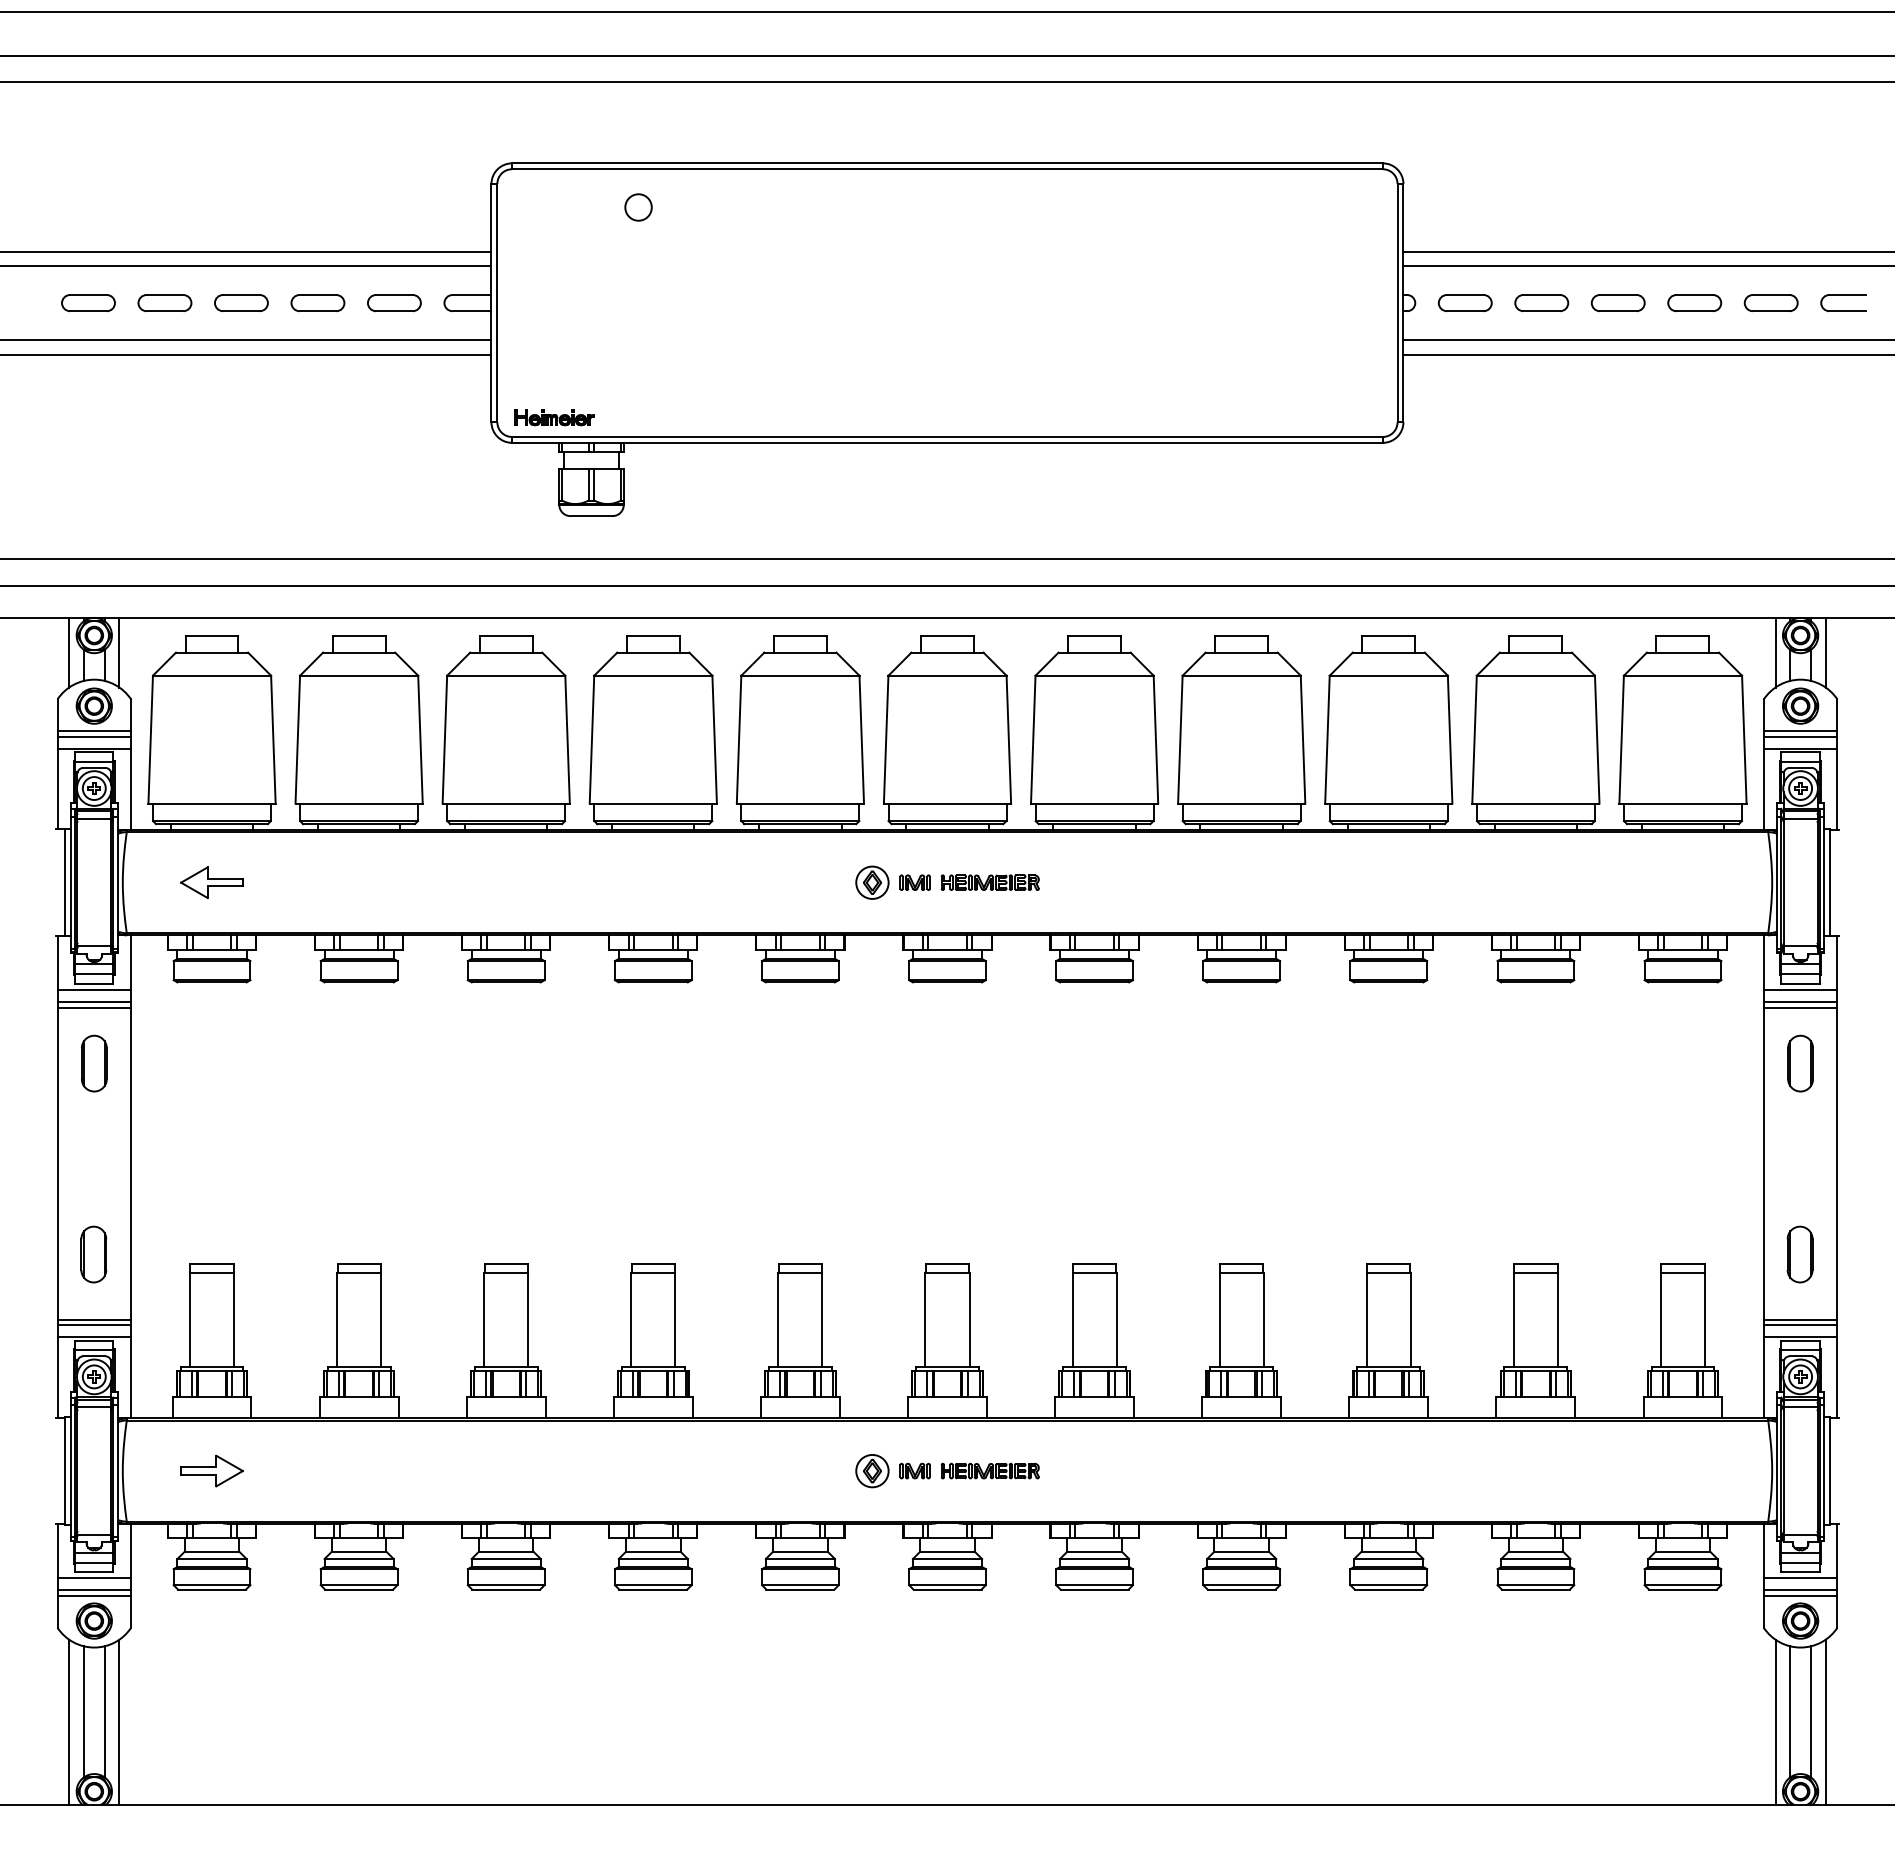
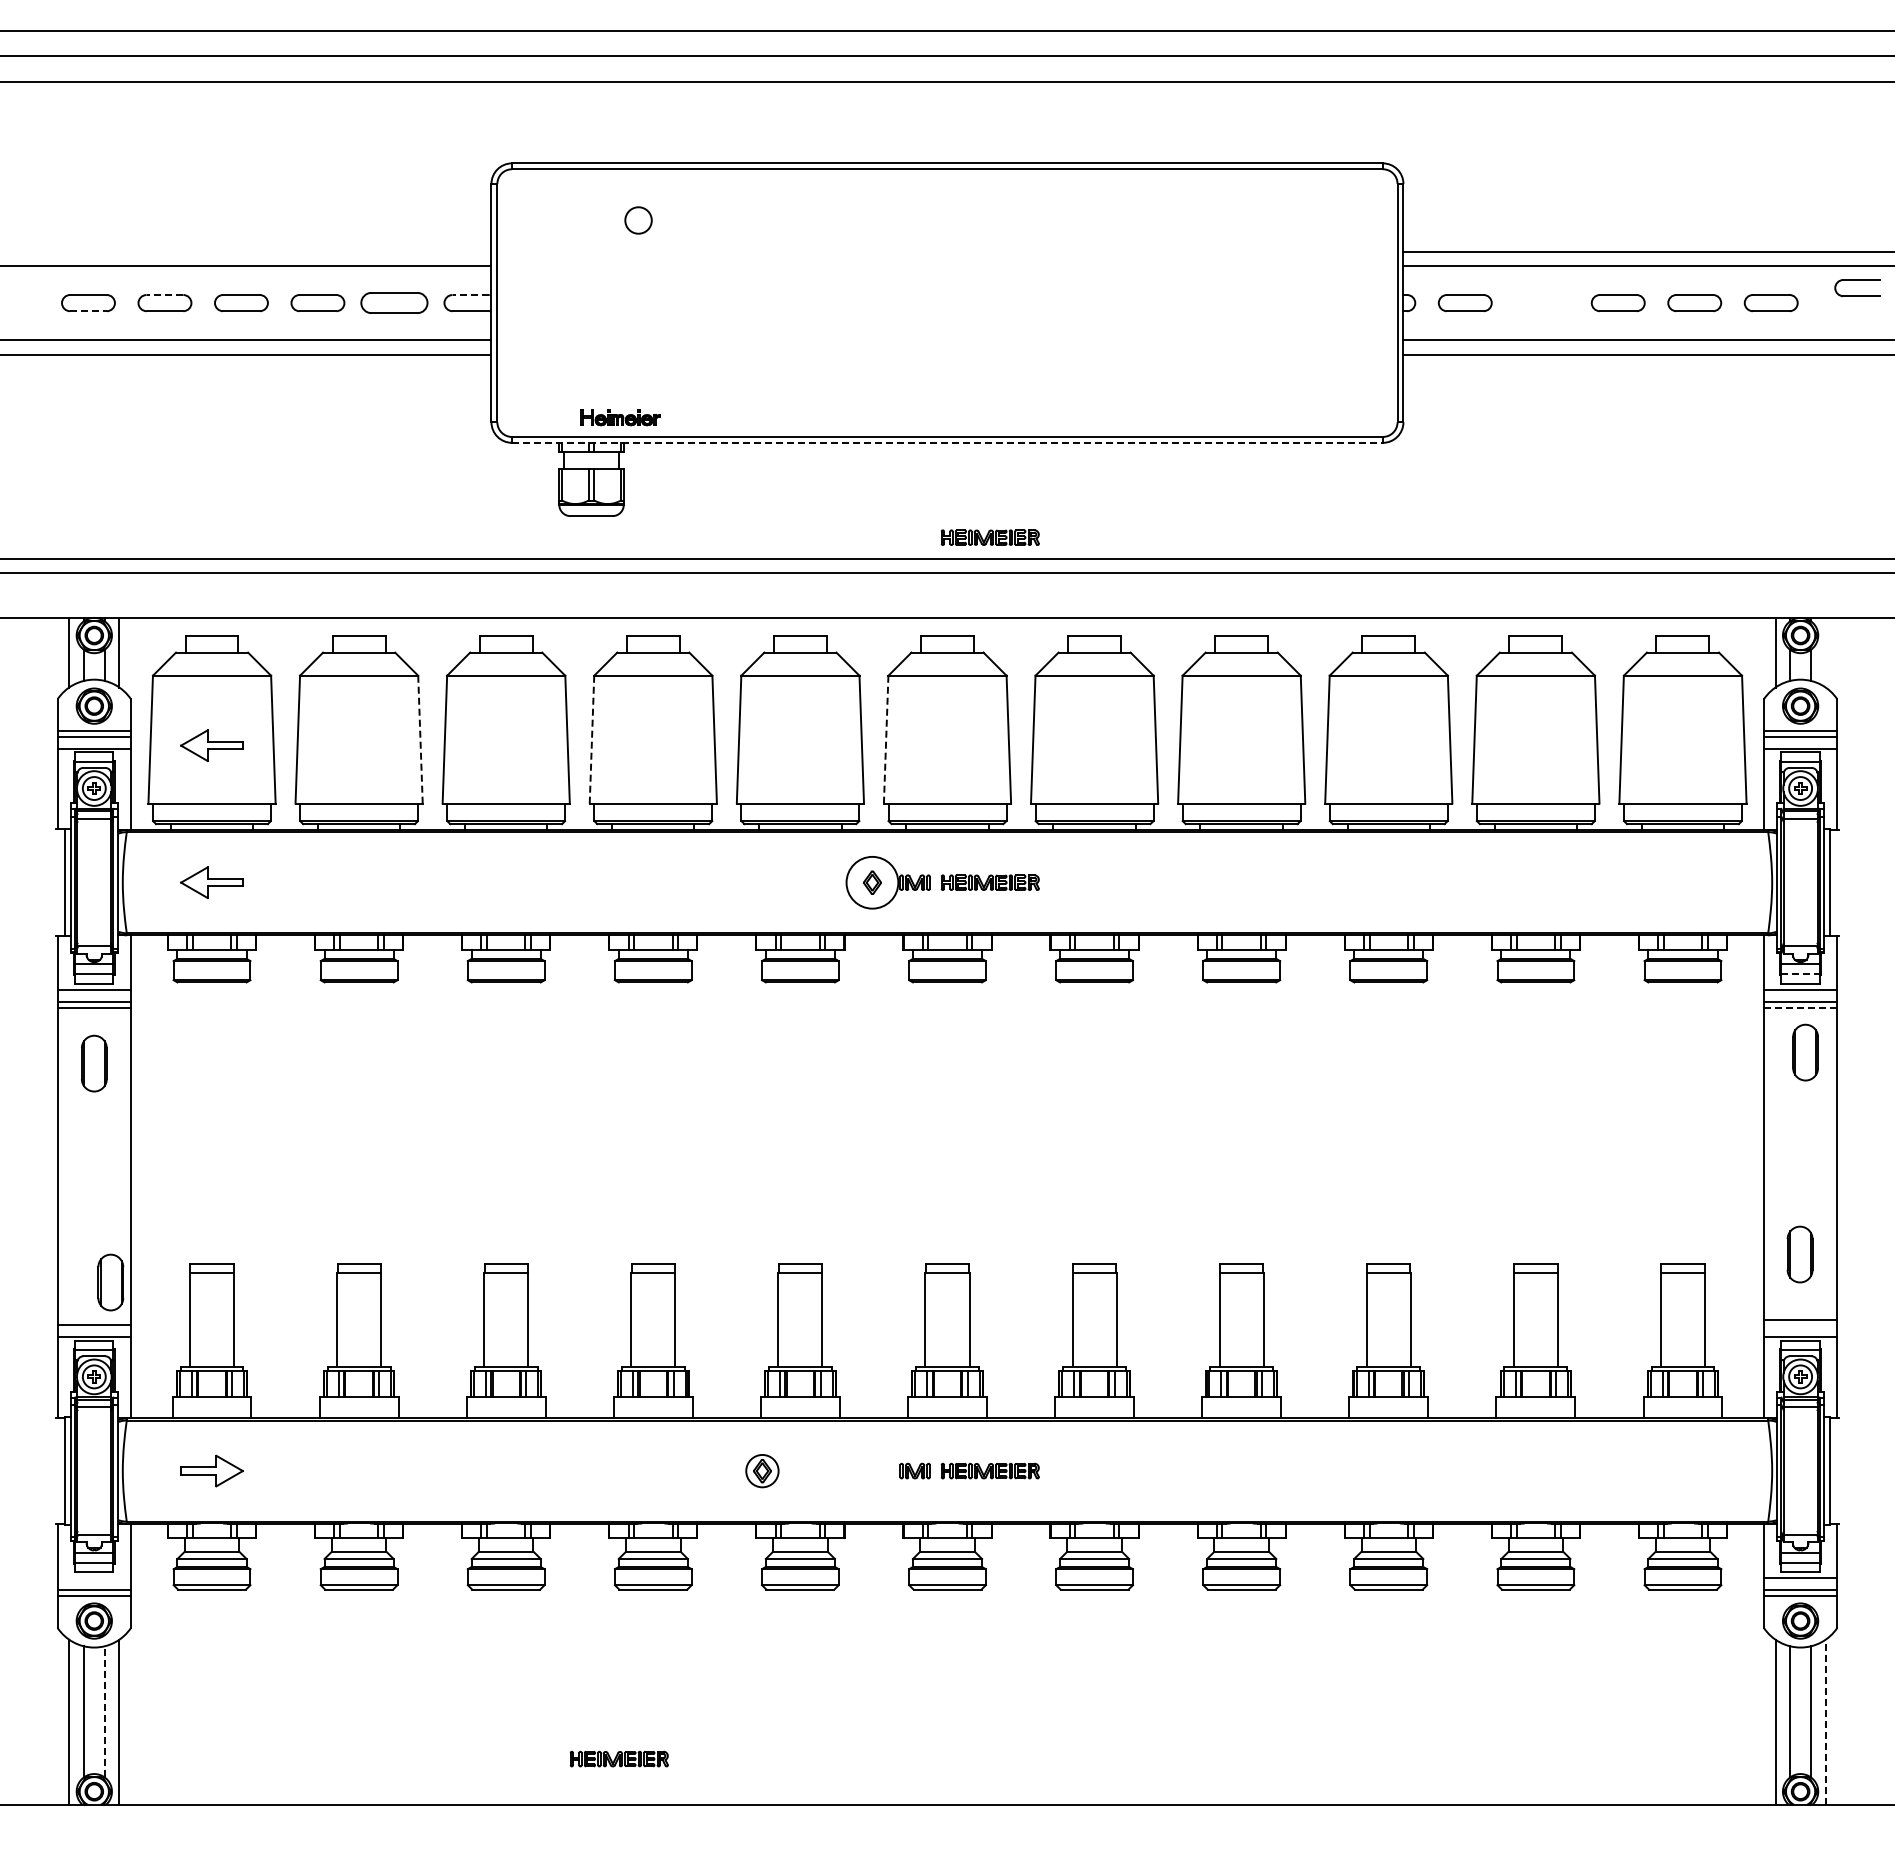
line at (946, 11) position: (946, 11) -> (946, 30)
circle at (638, 207) position: (638, 207) -> (638, 220)
line at (246, 251): present -> none
line at (164, 295): solid -> dashed
line at (470, 295): solid -> dashed
part at (1843, 295) position: (1843, 295) -> (1857, 280)
part at (1541, 302): present -> none
part at (394, 303) size: 55x19 px -> 69x22 px
line at (88, 311): solid -> dashed
part at (554, 417) position: (554, 417) -> (620, 417)
line at (947, 442): solid -> dashed
part at (989, 537): none -> present
line at (946, 585) position: (946, 585) -> (946, 572)
line at (1825, 652): present -> none
line at (420, 739): solid -> dashed
line at (591, 739): solid -> dashed
line at (886, 739): solid -> dashed
part at (211, 745): none -> present
circle at (872, 882) diameter: 32 px -> 52 px
line at (1801, 974): solid -> dashed
line at (1800, 1007): solid -> dashed
part at (1800, 1063) position: (1800, 1063) -> (1805, 1052)
part at (93, 1254) position: (93, 1254) -> (110, 1282)
line at (94, 1319): present -> none
line at (1800, 1325): present -> none
part at (872, 1471) position: (872, 1471) -> (762, 1471)
line at (94, 1578): present -> none
line at (104, 1711): solid -> dashed
line at (1825, 1722): solid -> dashed
part at (618, 1758): none -> present
